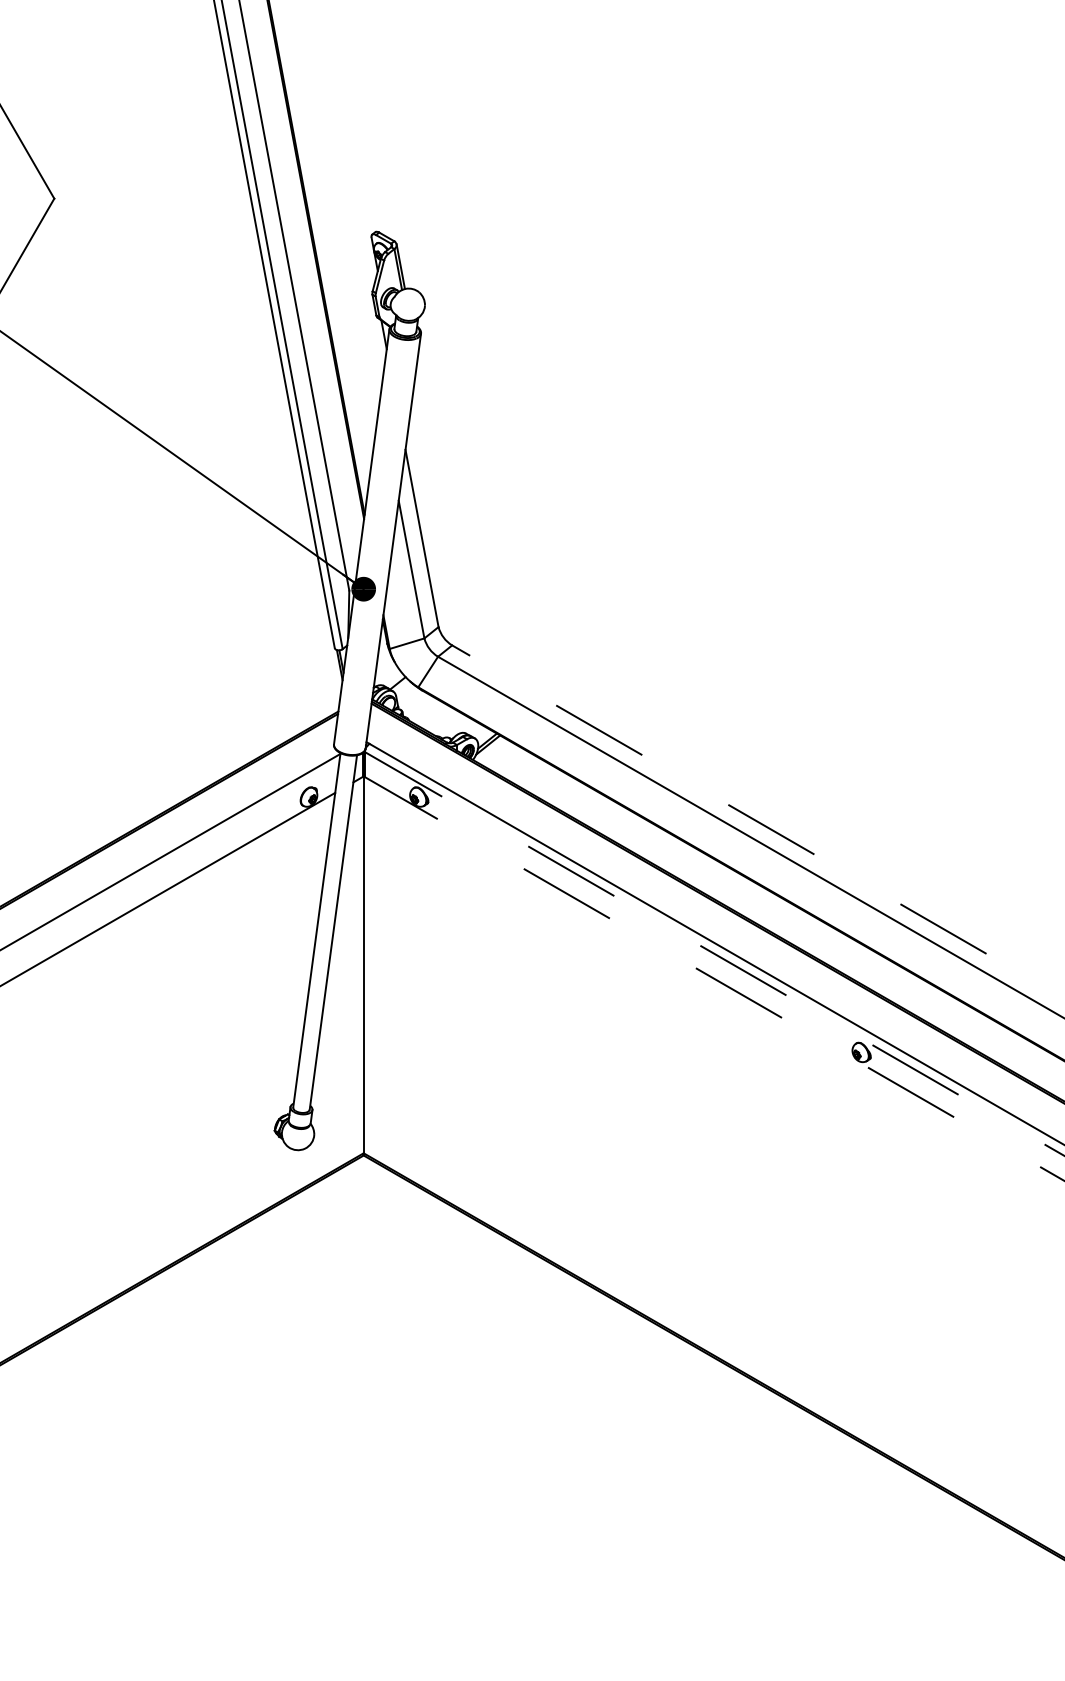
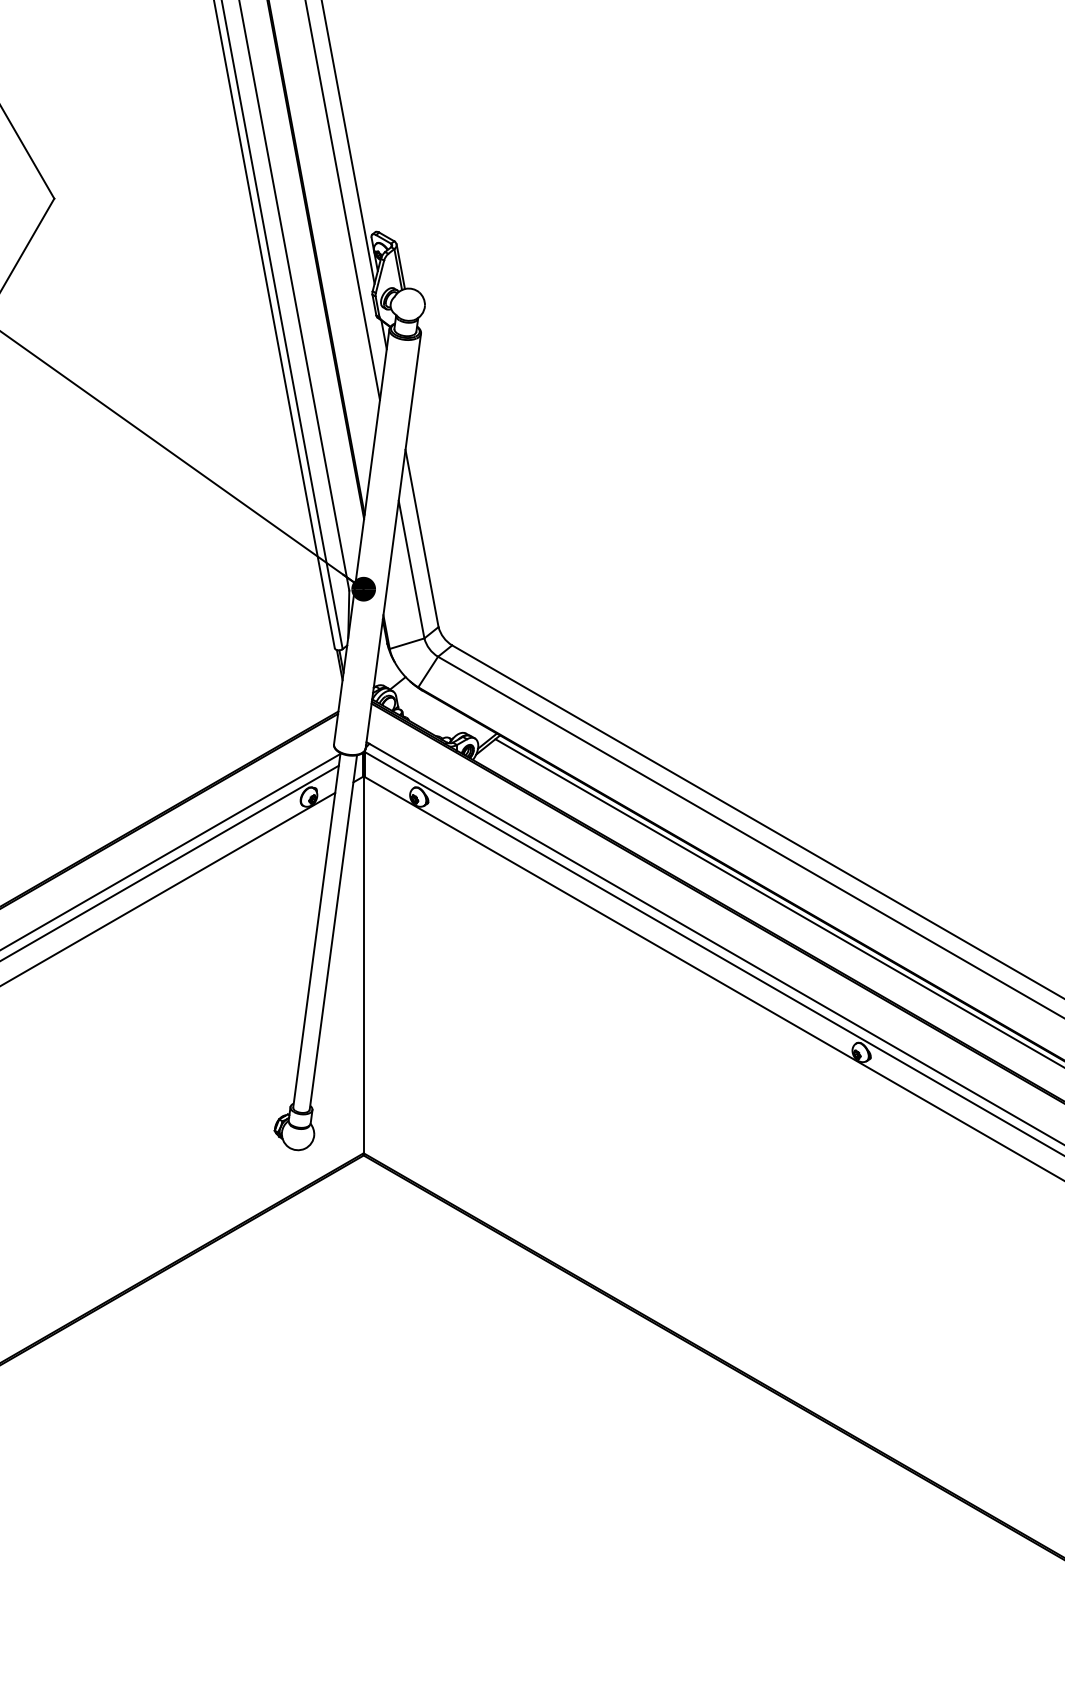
line at (348, 142): none -> present
line at (342, 201): none -> present
line at (757, 821): dashed -> solid
line at (170, 862): none -> present
line at (778, 902): none -> present
line at (714, 953): dashed -> solid
line at (714, 979): dashed -> solid
